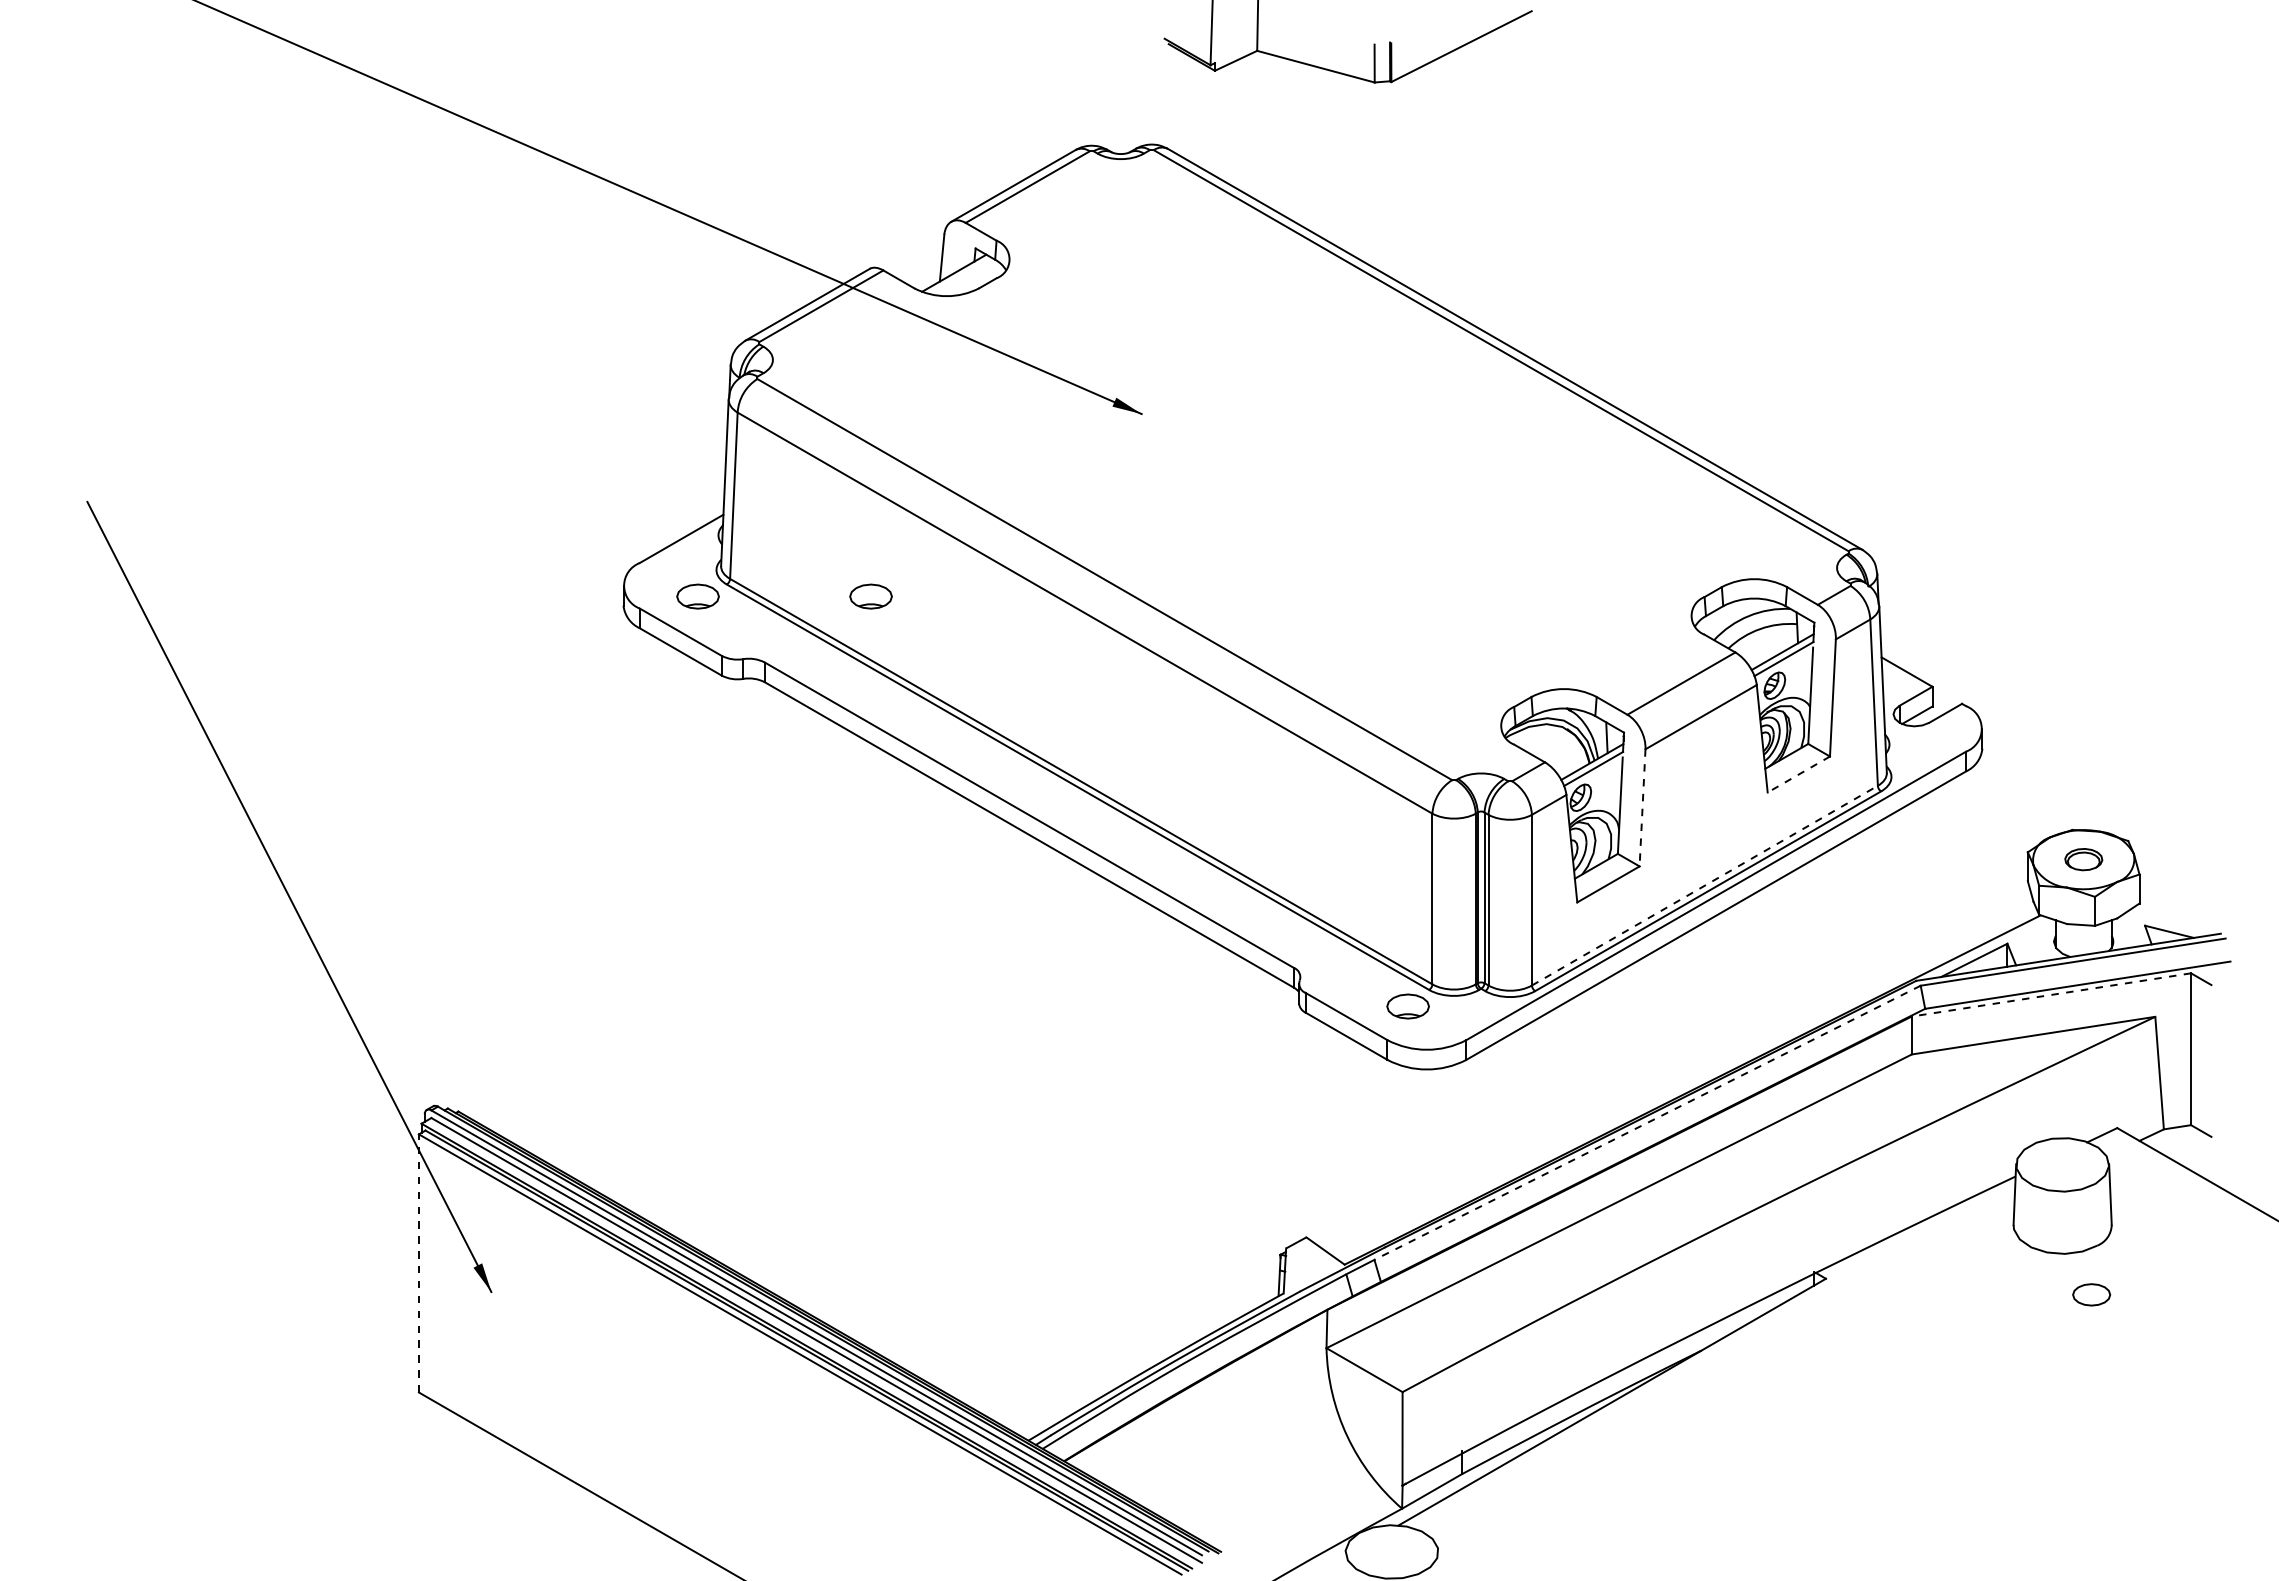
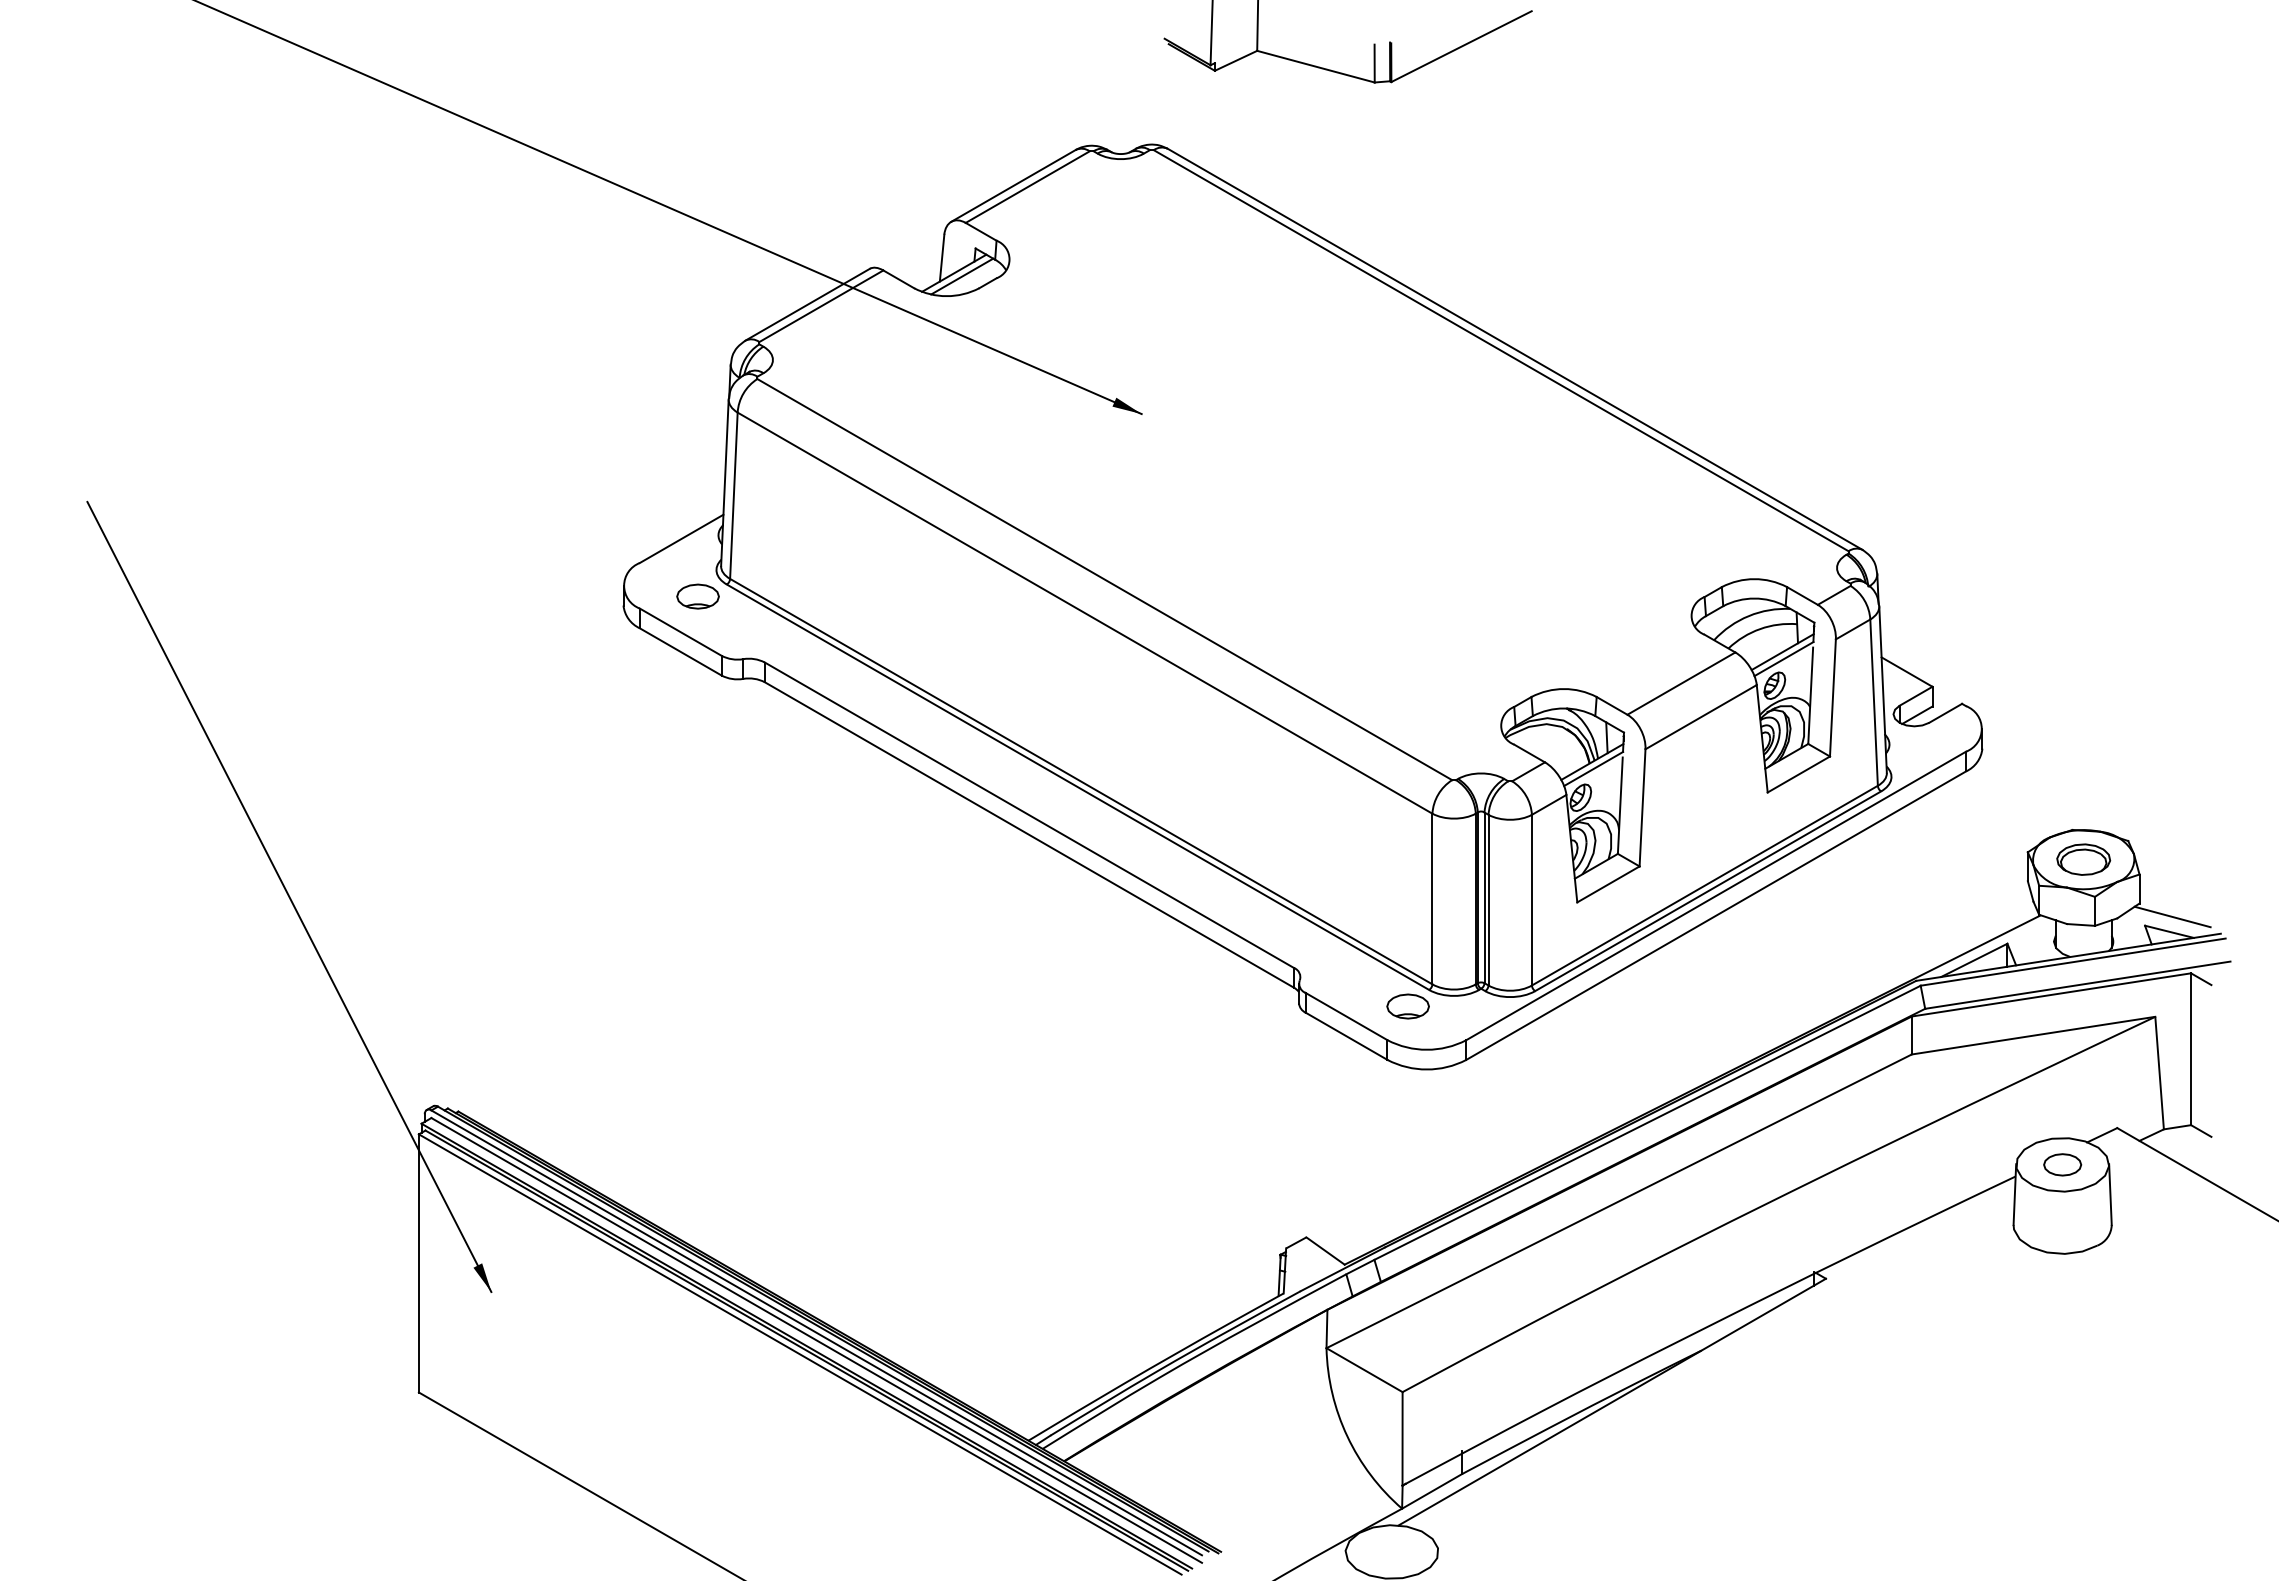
line at (962, 276): none -> present
part at (870, 596): present -> none
line at (1798, 774): dashed -> solid
line at (1642, 807): dashed -> solid
part at (2083, 859) size: 40x24 px -> 56x33 px
line at (1704, 885): dashed -> solid
line at (2172, 916): none -> present
line at (2050, 995): dashed -> solid
line at (1647, 1122): dashed -> solid
line at (418, 1262): dashed -> solid
part at (2091, 1294) position: (2091, 1294) -> (2062, 1164)
